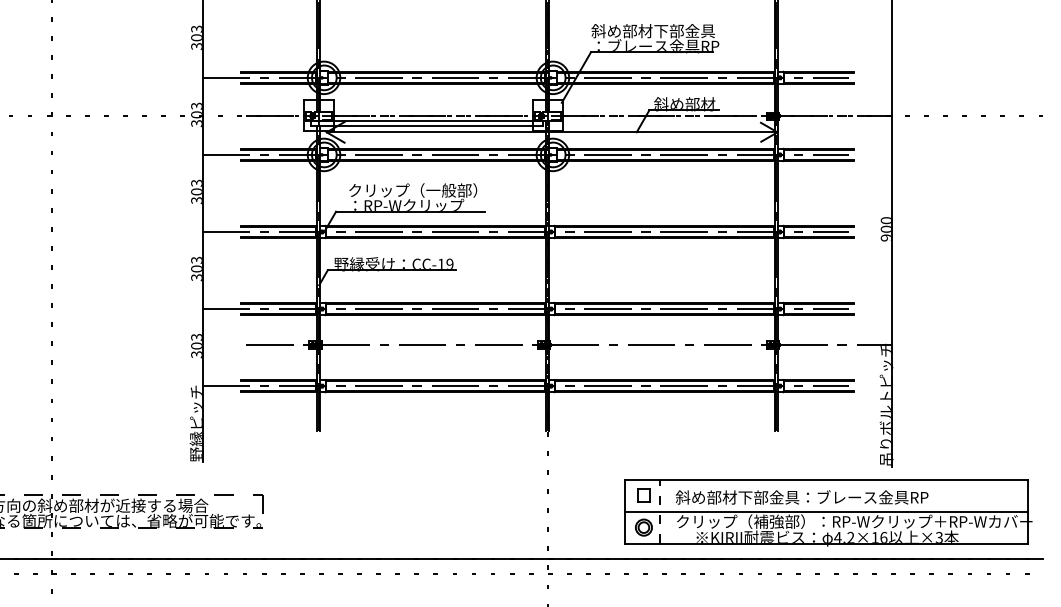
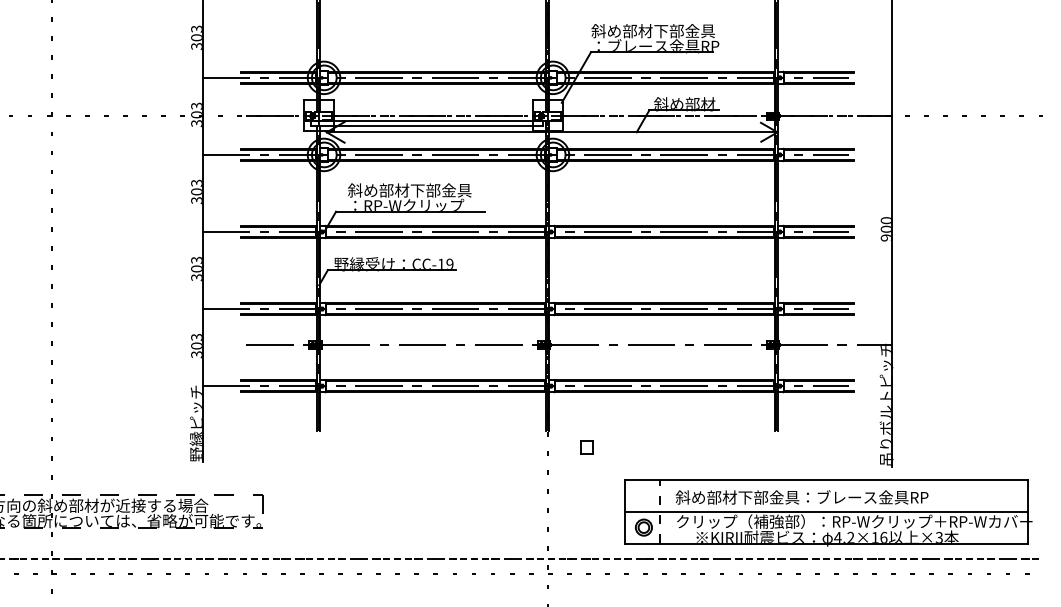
text at (412, 190): クリップ（一般部） -> 斜め部材下部金具
part at (643, 495) position: (643, 495) -> (586, 447)
line at (522, 558): solid -> dashed
